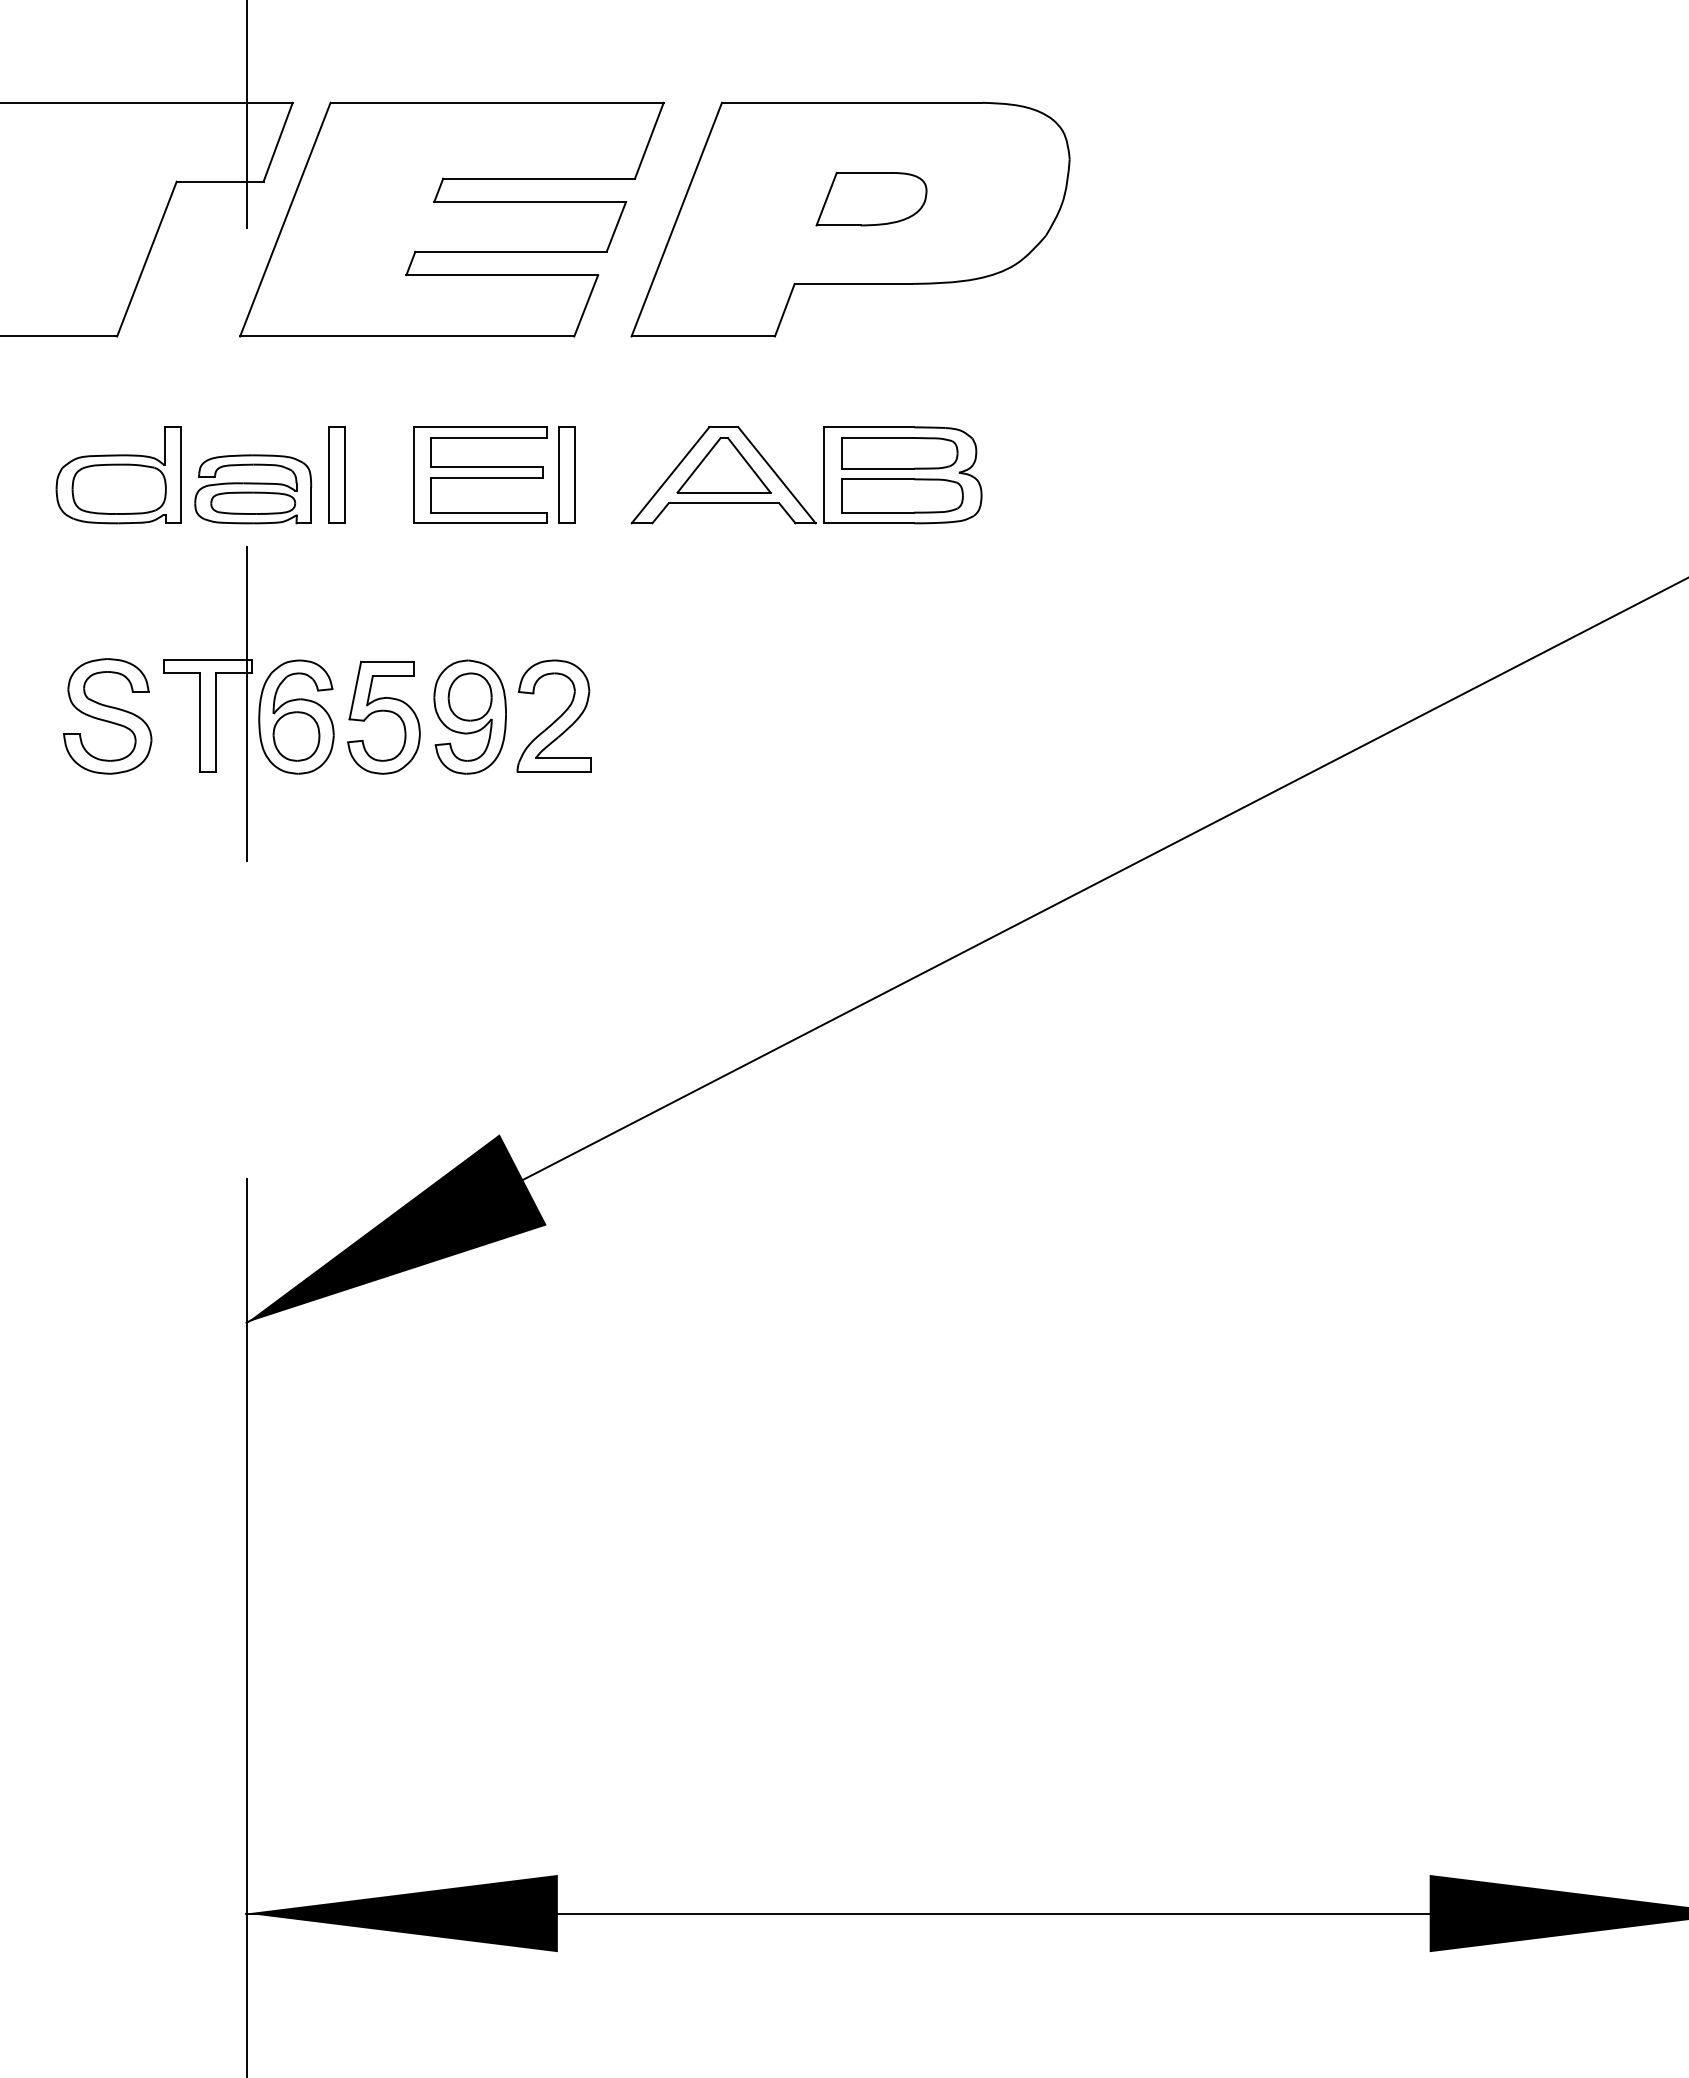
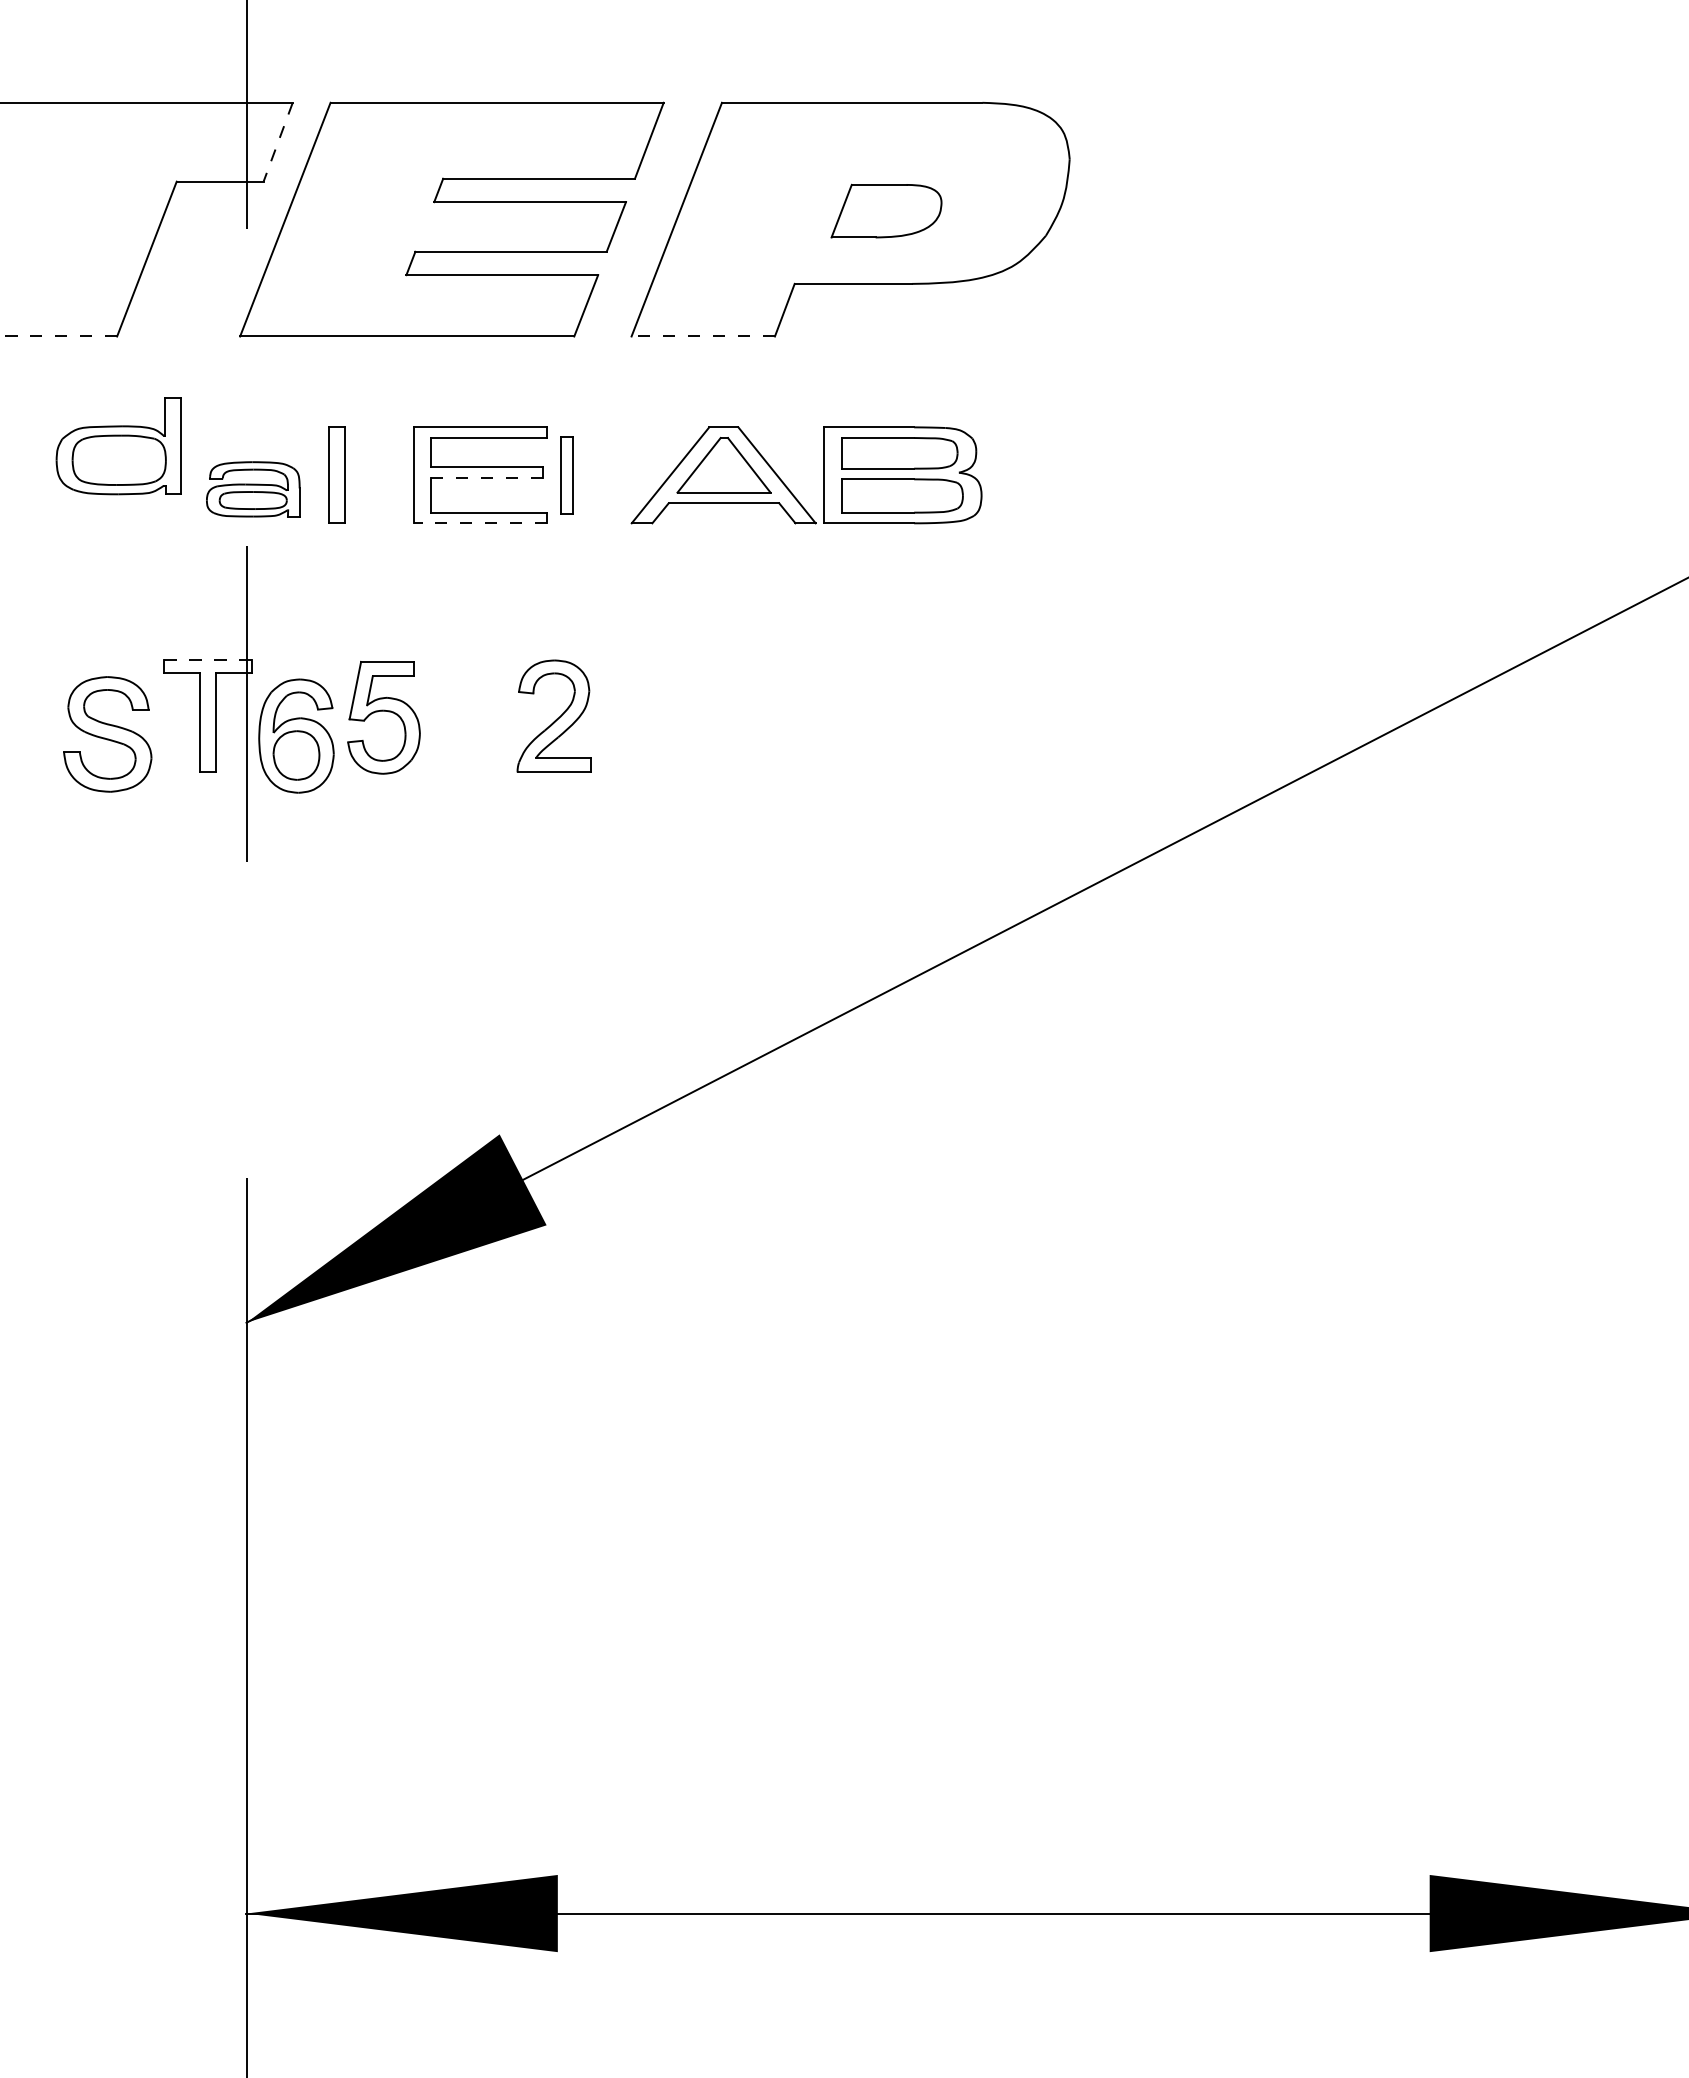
line at (278, 142): solid -> dashed
part at (871, 198) position: (871, 198) -> (886, 210)
line at (58, 336): solid -> dashed
line at (703, 336): solid -> dashed
part at (566, 474) size: 18x98 px -> 14x79 px
part at (118, 475) position: (118, 475) -> (118, 446)
line at (487, 478): solid -> dashed
part at (253, 489) size: 119x71 px -> 95x57 px
line at (480, 523): solid -> dashed
line at (208, 660): solid -> dashed
part at (107, 716) position: (107, 716) -> (107, 734)
part at (296, 716) position: (296, 716) -> (296, 735)
part at (469, 716): present -> none
